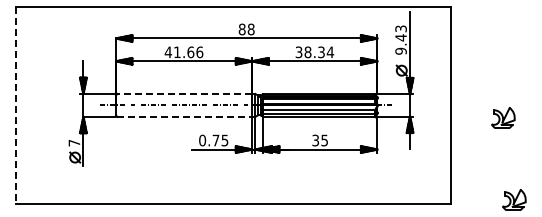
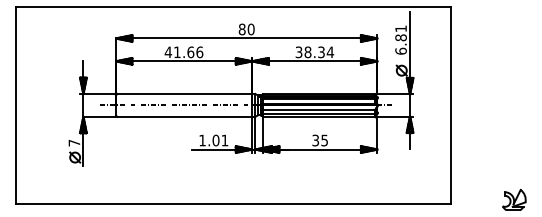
text at (250, 29): 88 -> 80
text at (400, 39): 9.43 -> 6.81
line at (184, 94): dashed -> solid
line at (16, 105): dashed -> solid
line at (185, 116): dashed -> solid
part at (503, 117): present -> none
text at (213, 140): 0.75 -> 1.01
